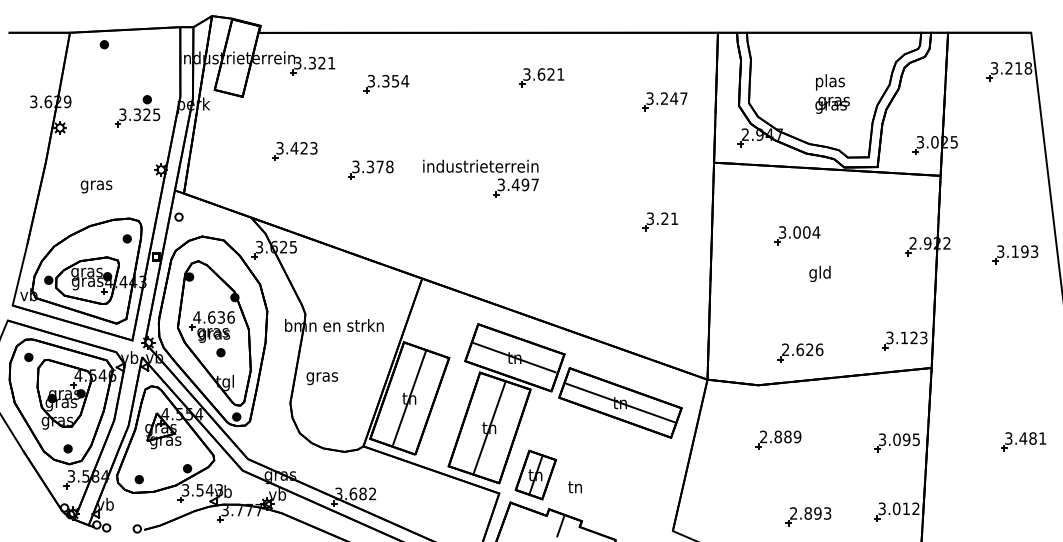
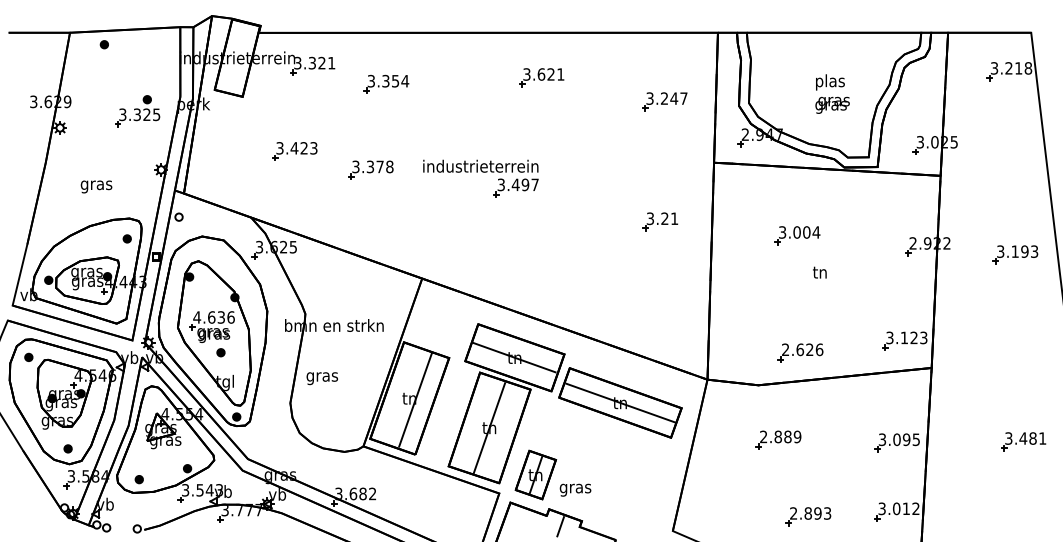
text at (819, 273): gld -> tn
line at (409, 397) position: (409, 397) -> (415, 399)
text at (575, 488): tn -> gras
